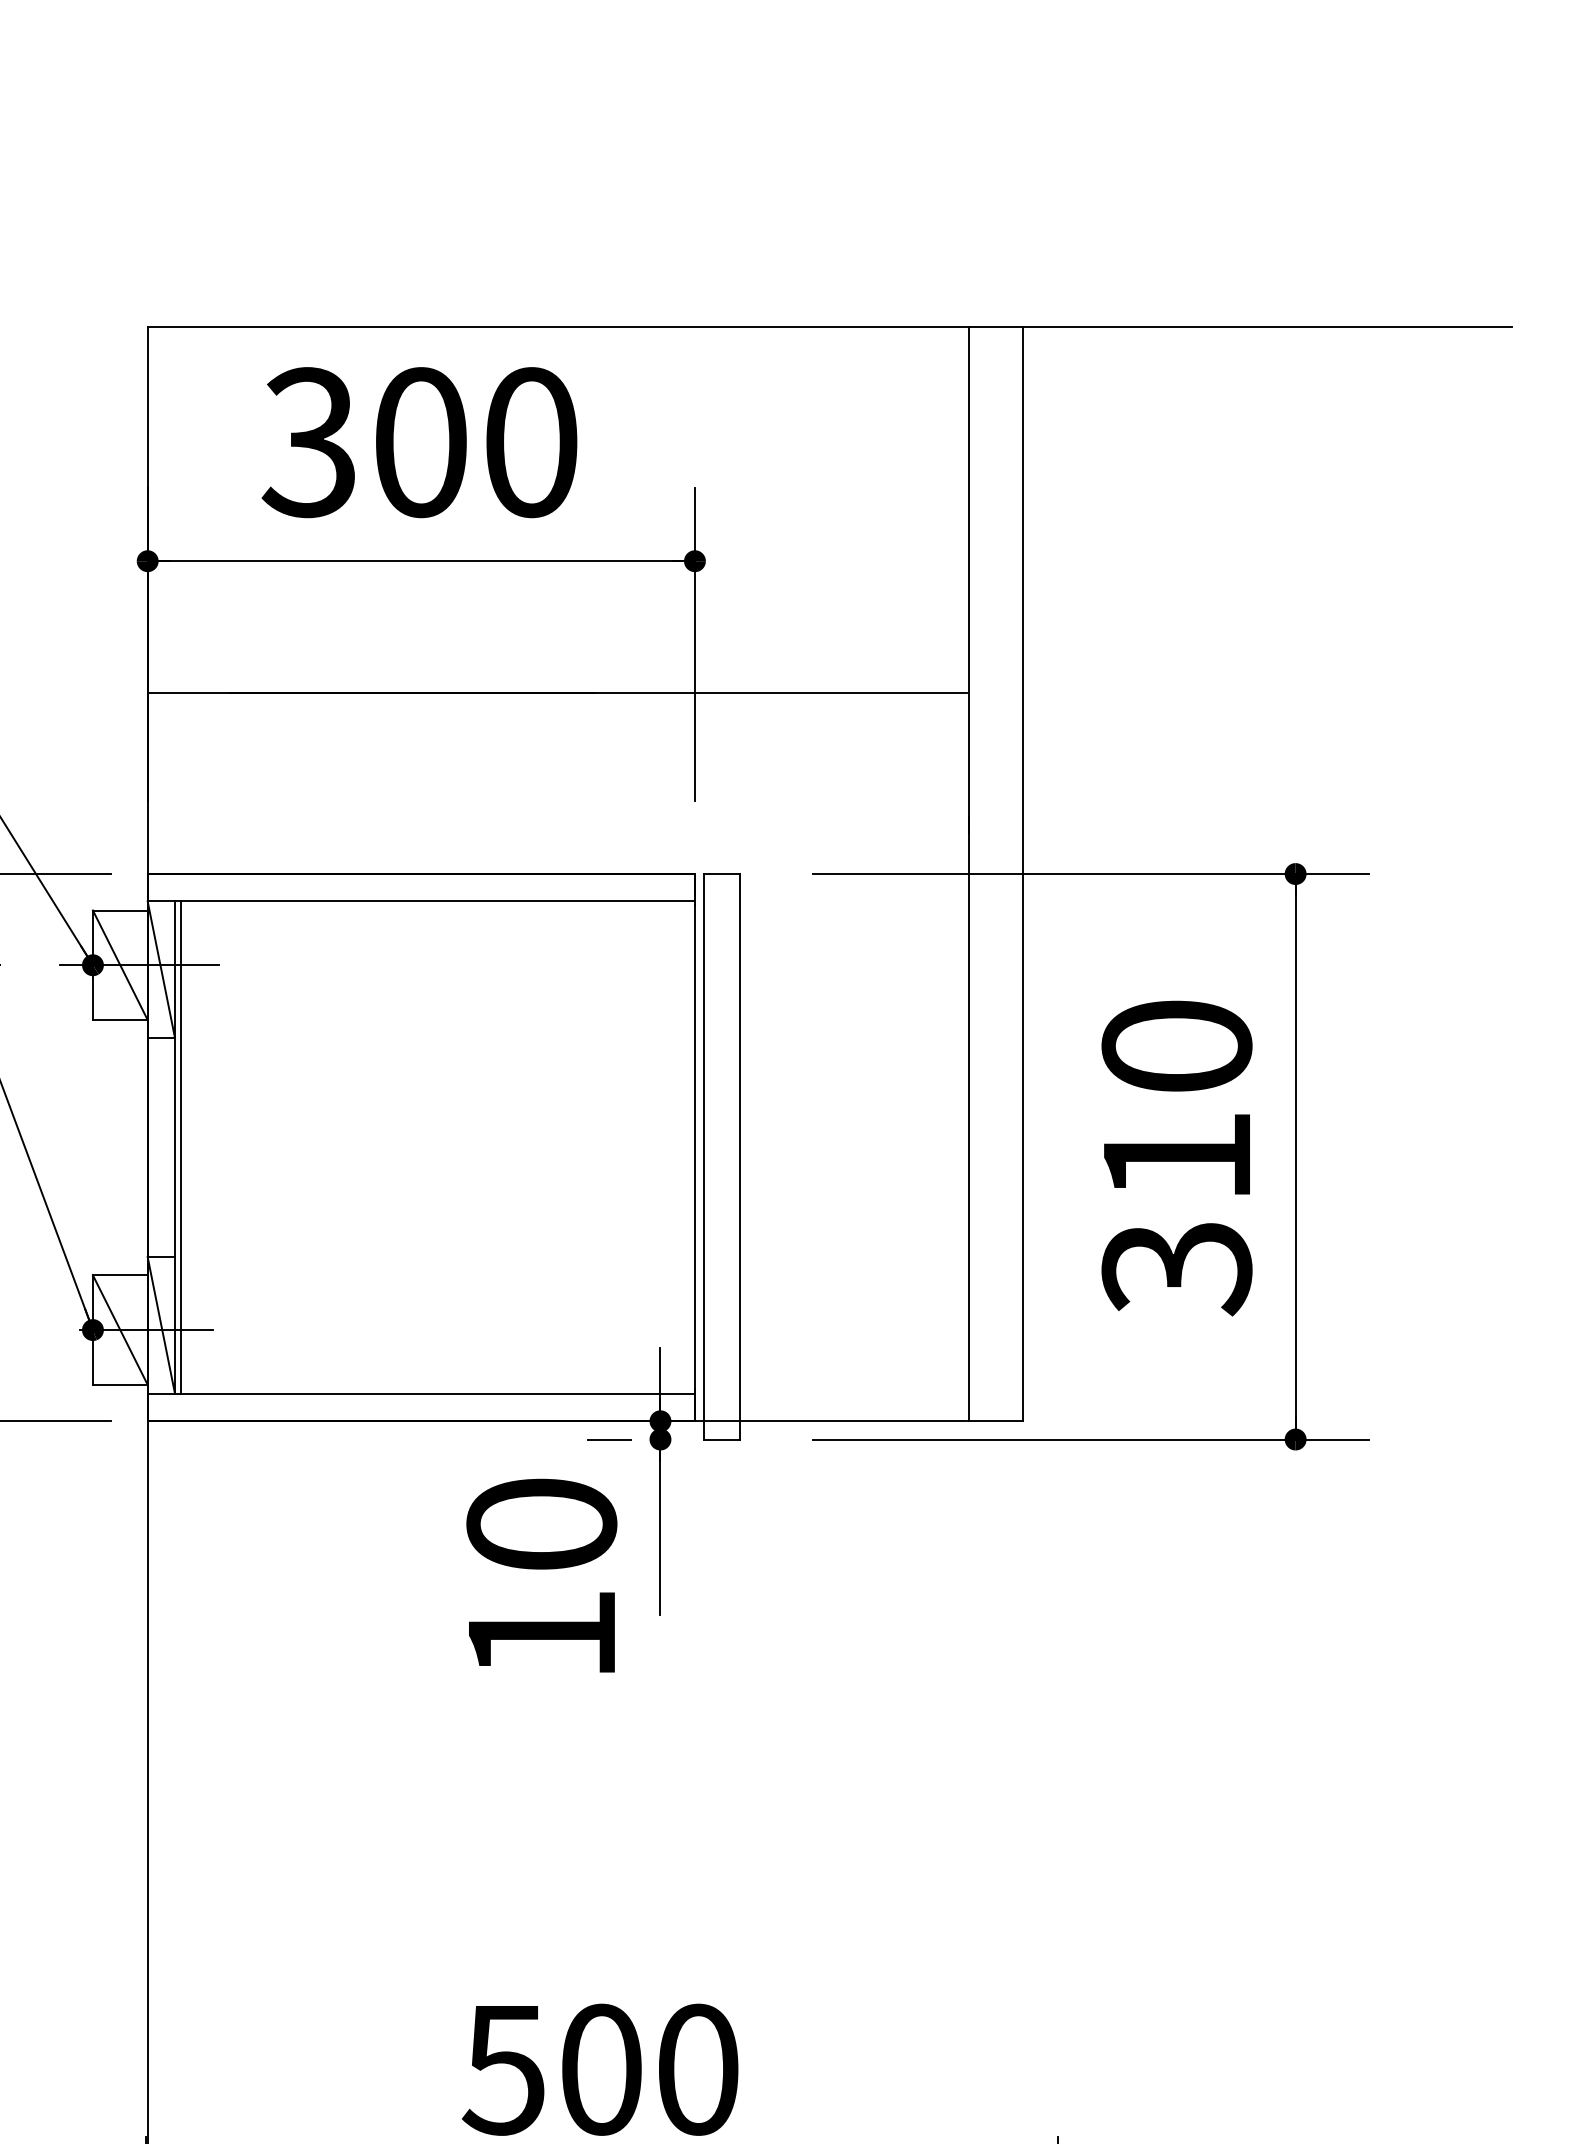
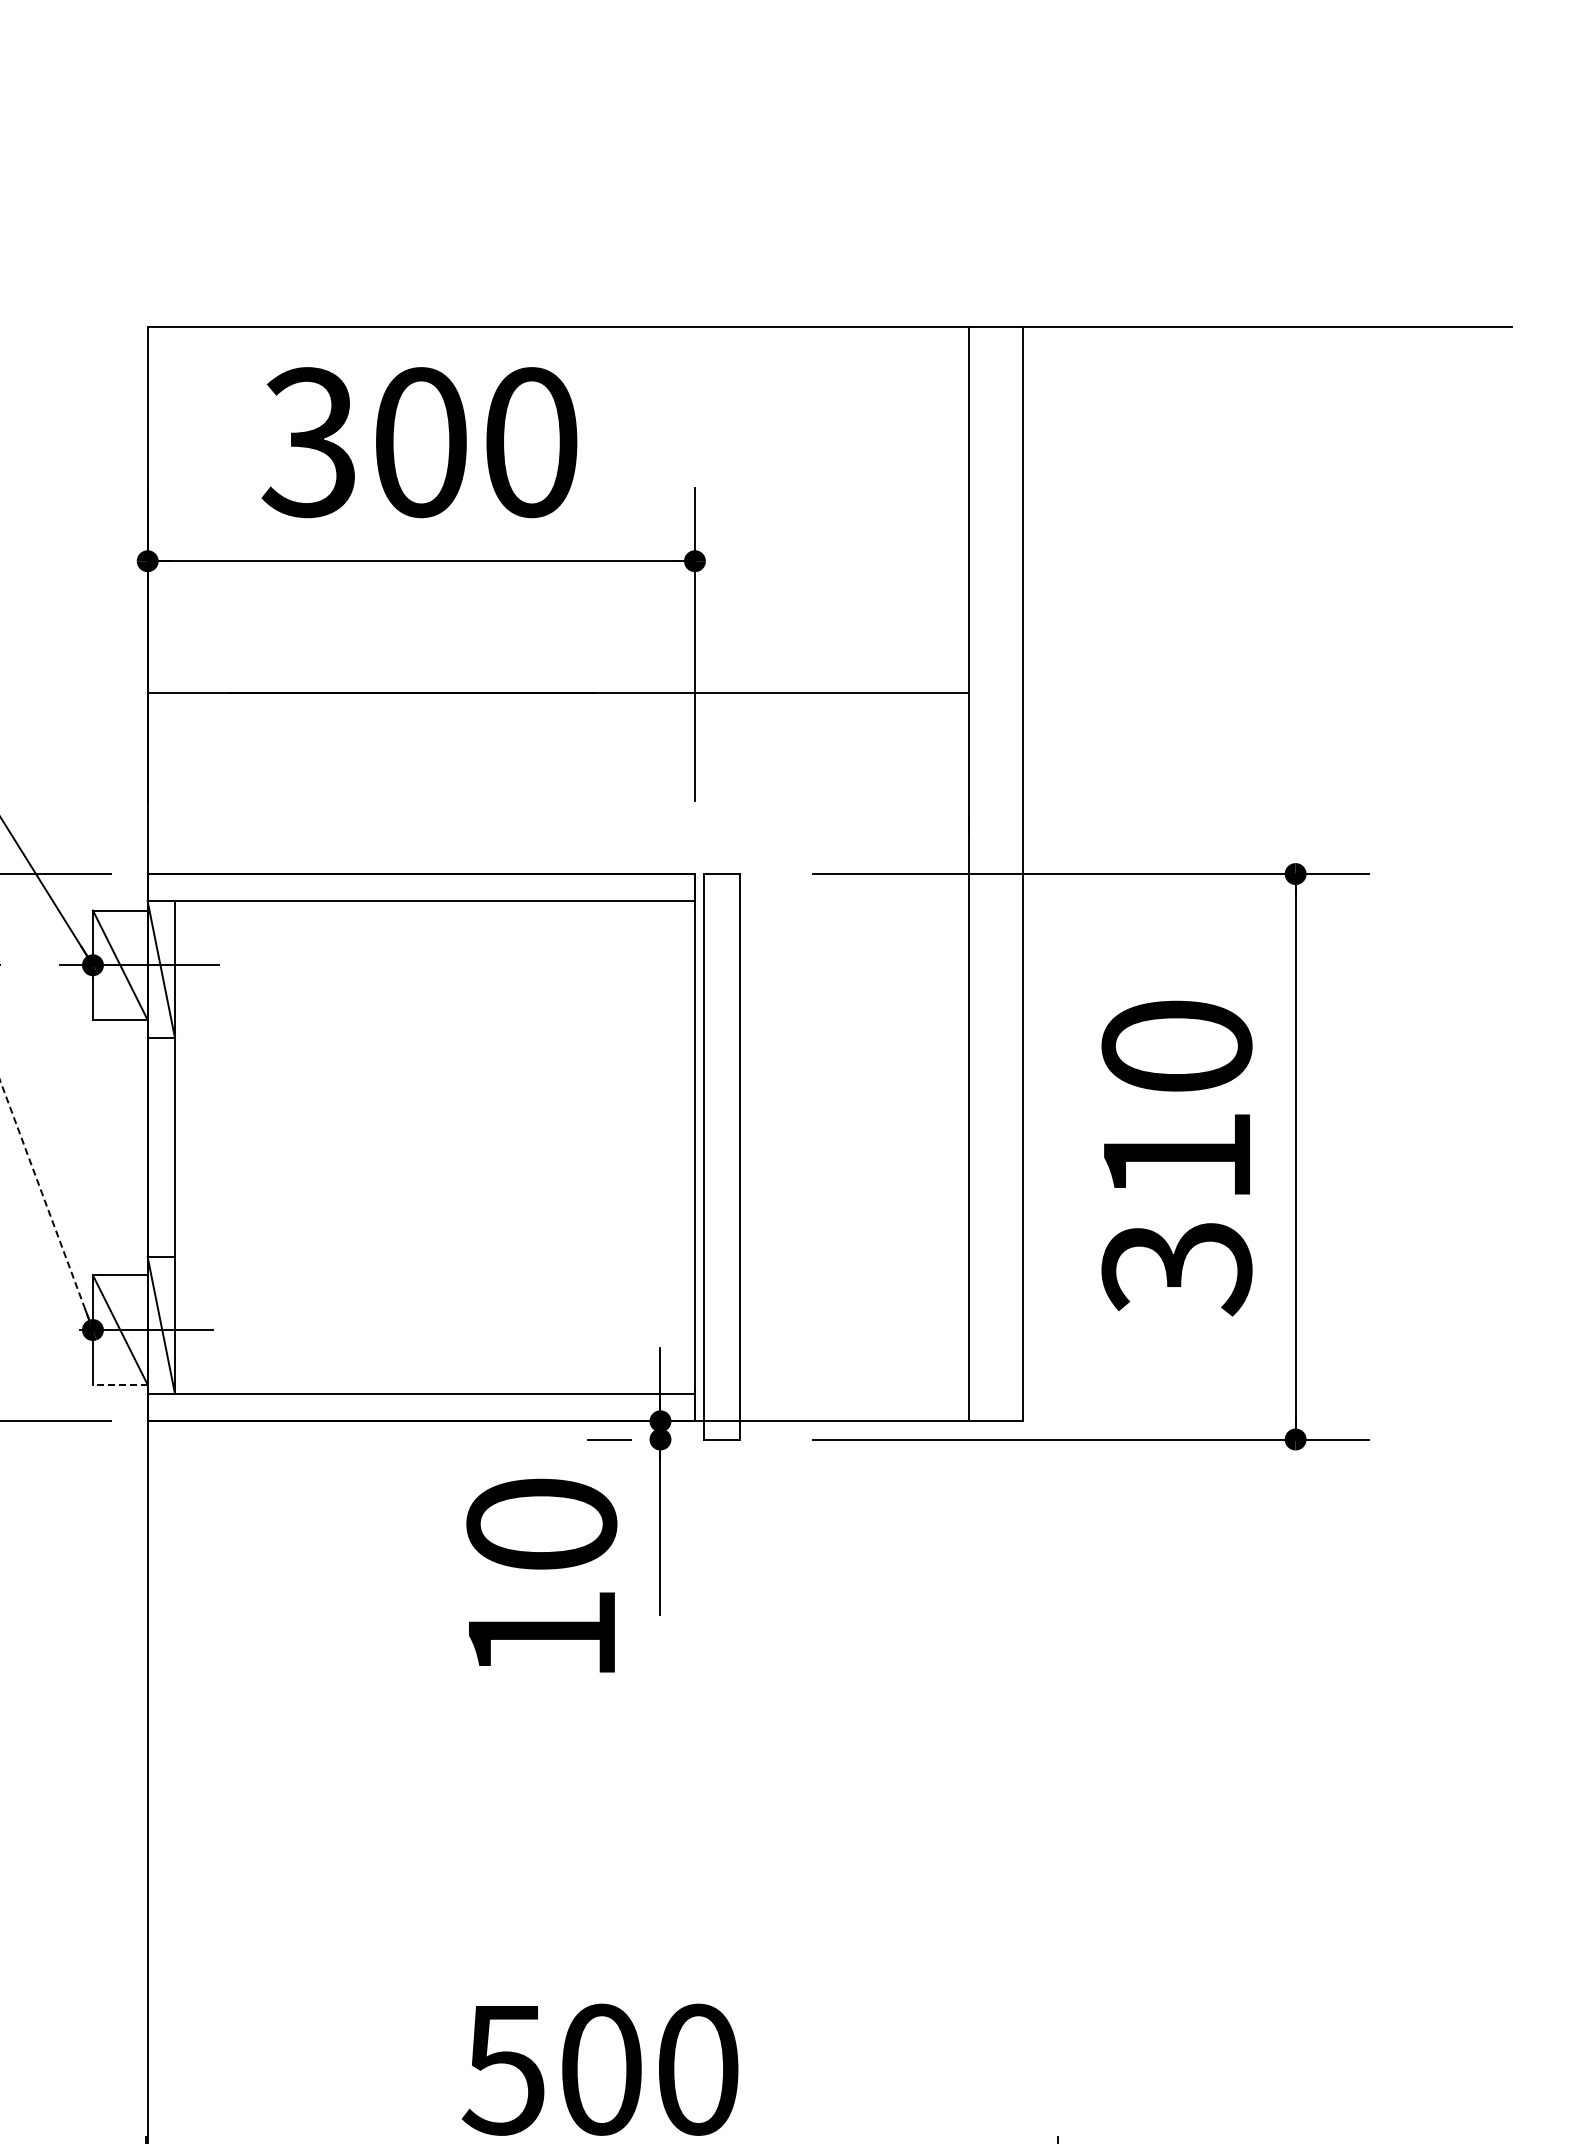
line at (180, 1147): present -> none
line at (46, 1205): solid -> dashed
line at (119, 1384): solid -> dashed
